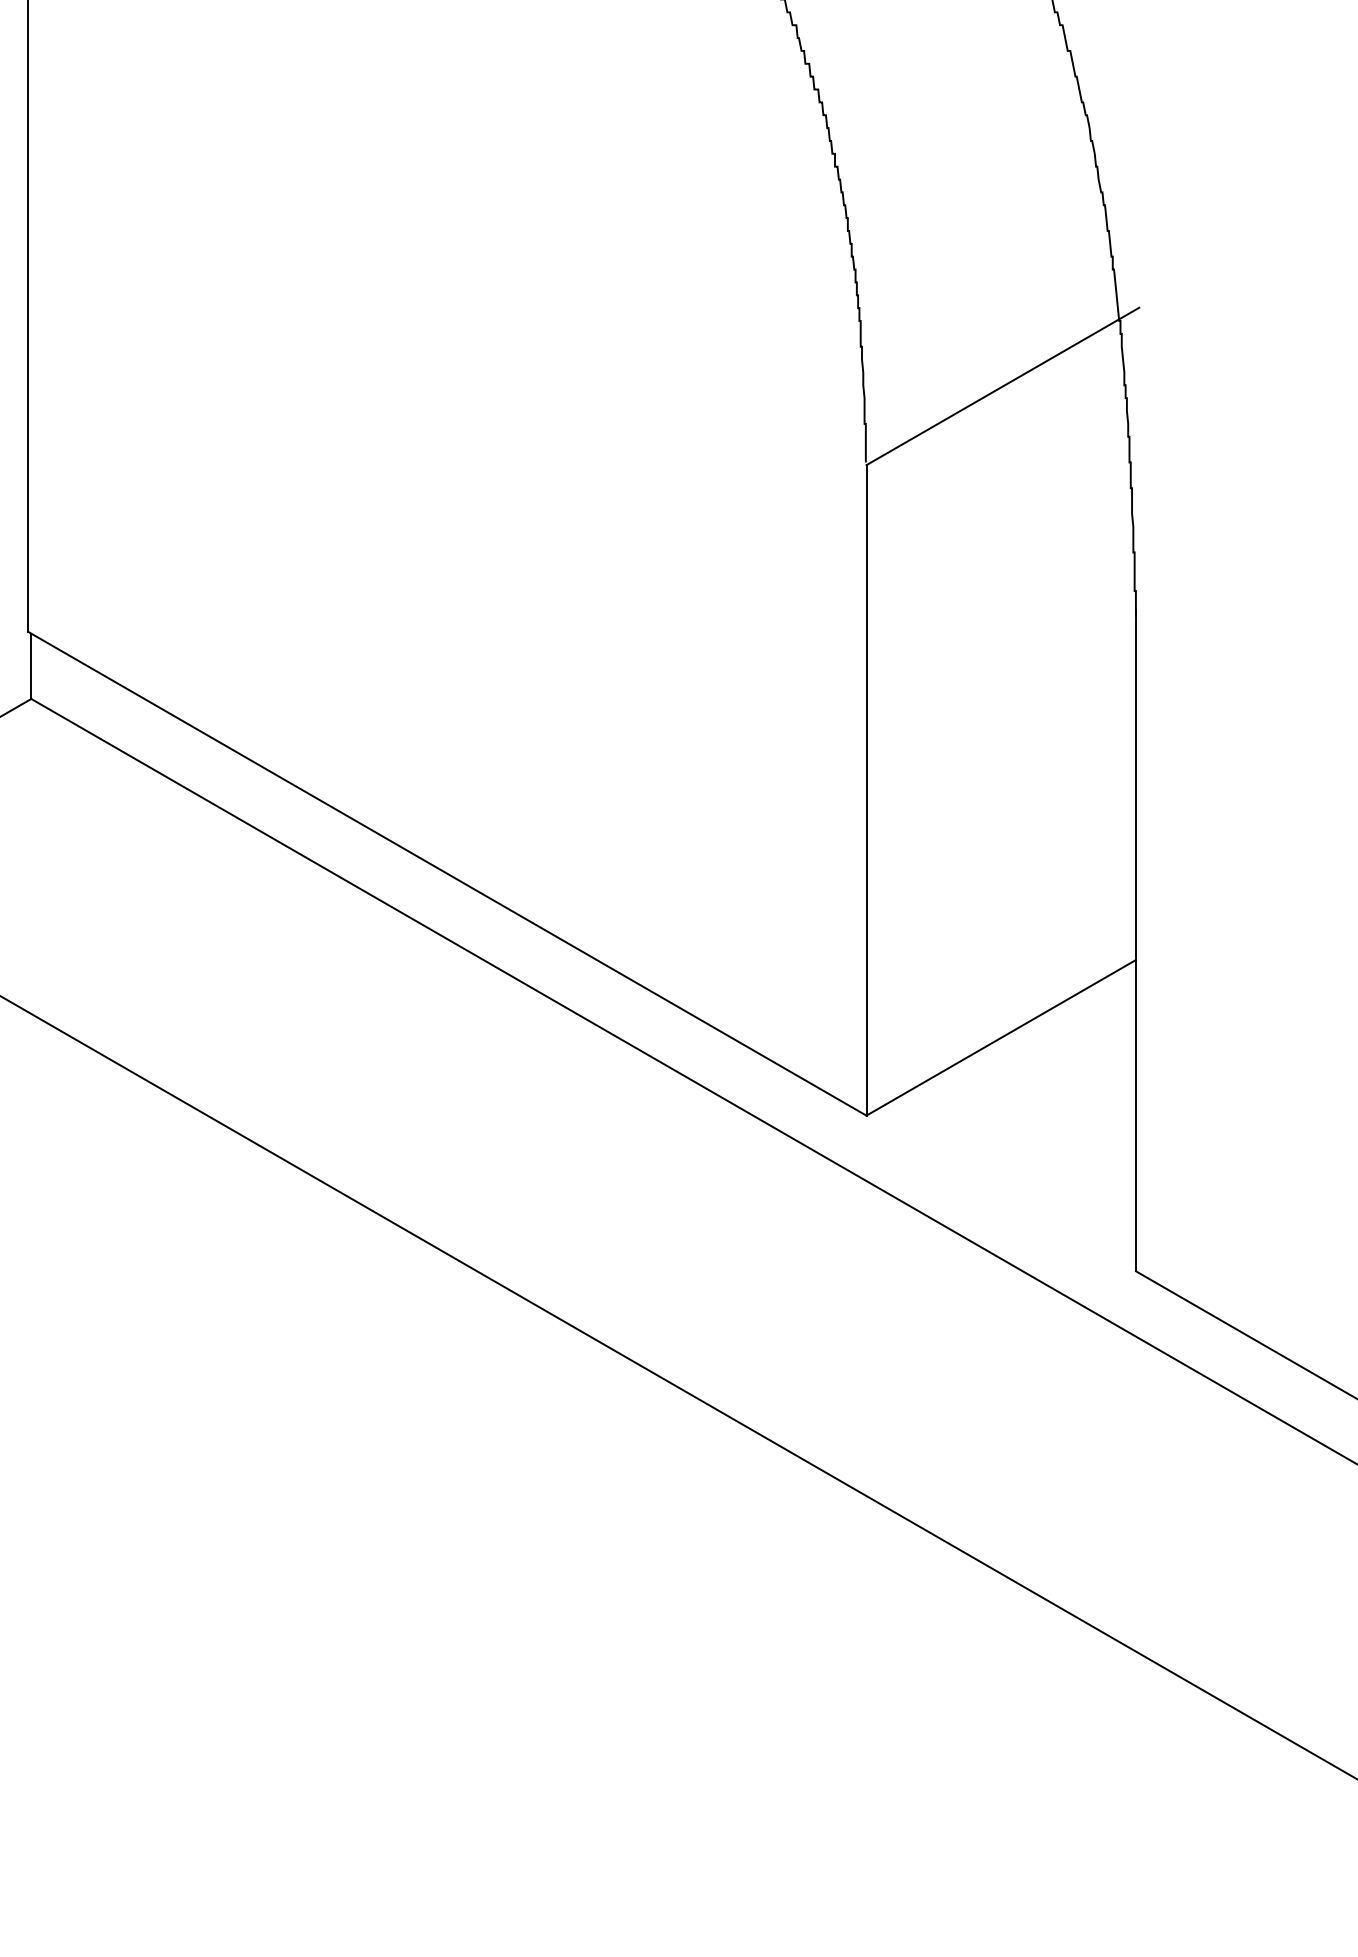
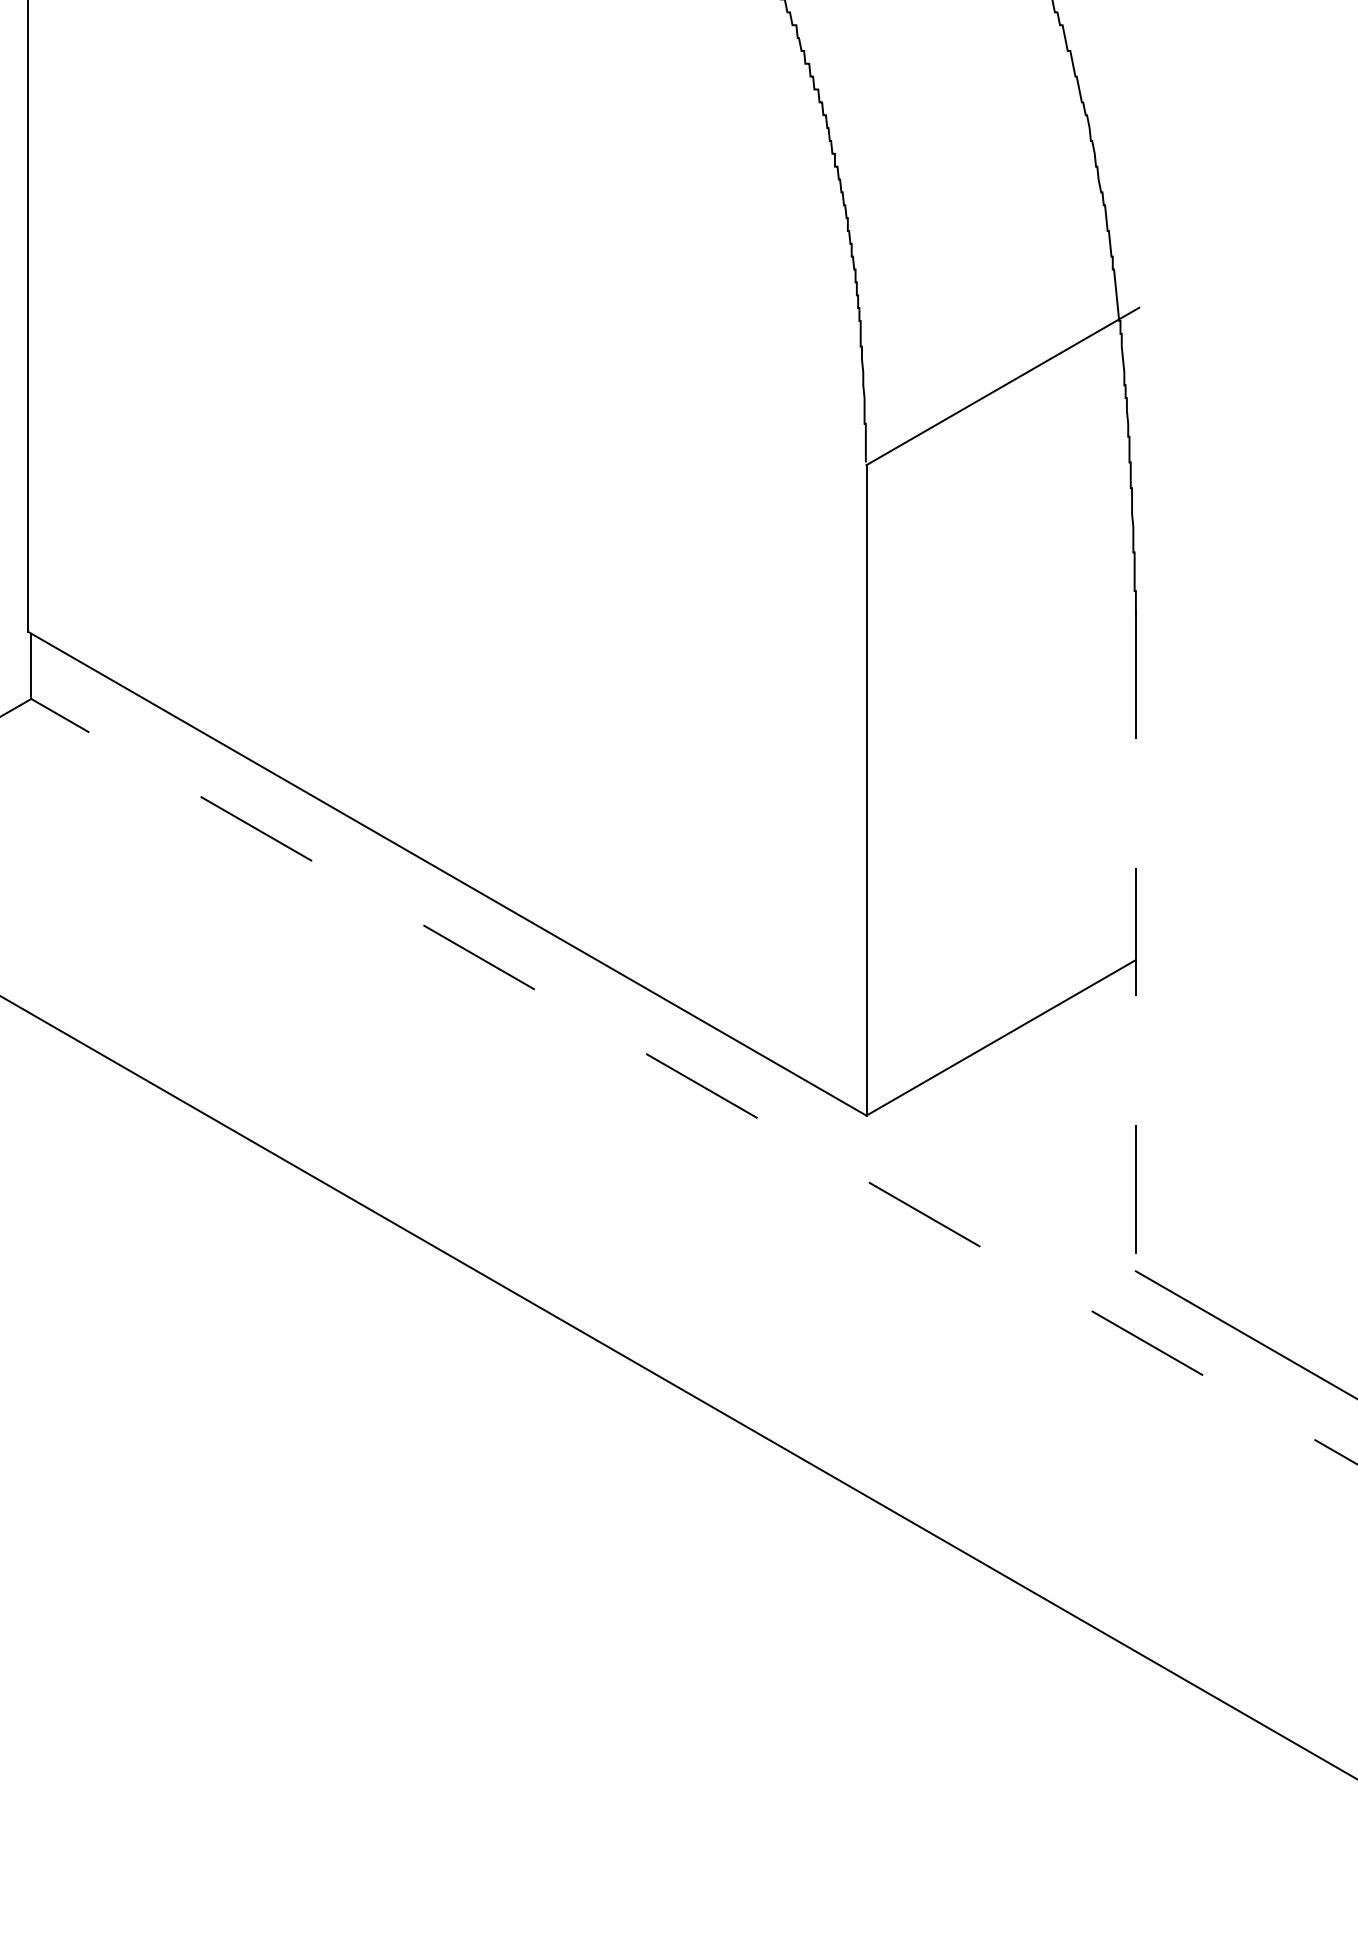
line at (1135, 941): solid -> dashed
line at (693, 1081): solid -> dashed
